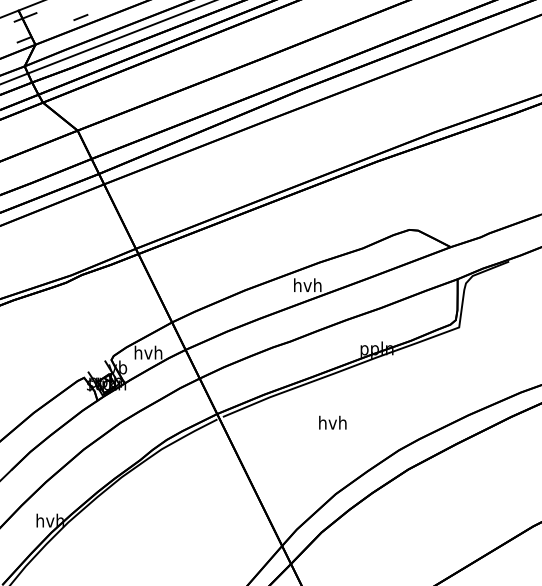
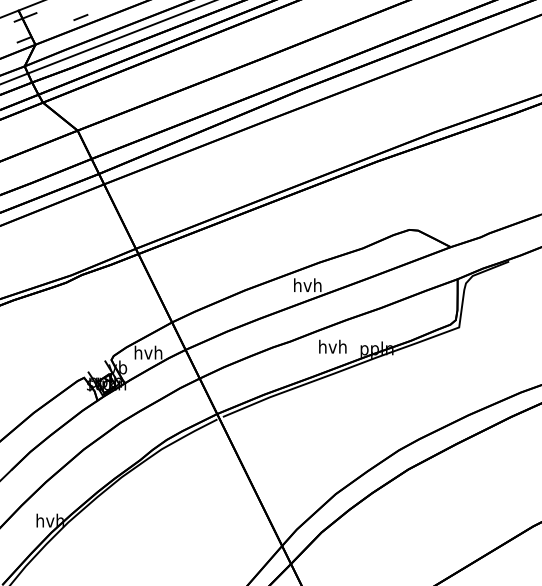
text at (332, 422) position: (332, 422) -> (332, 346)
